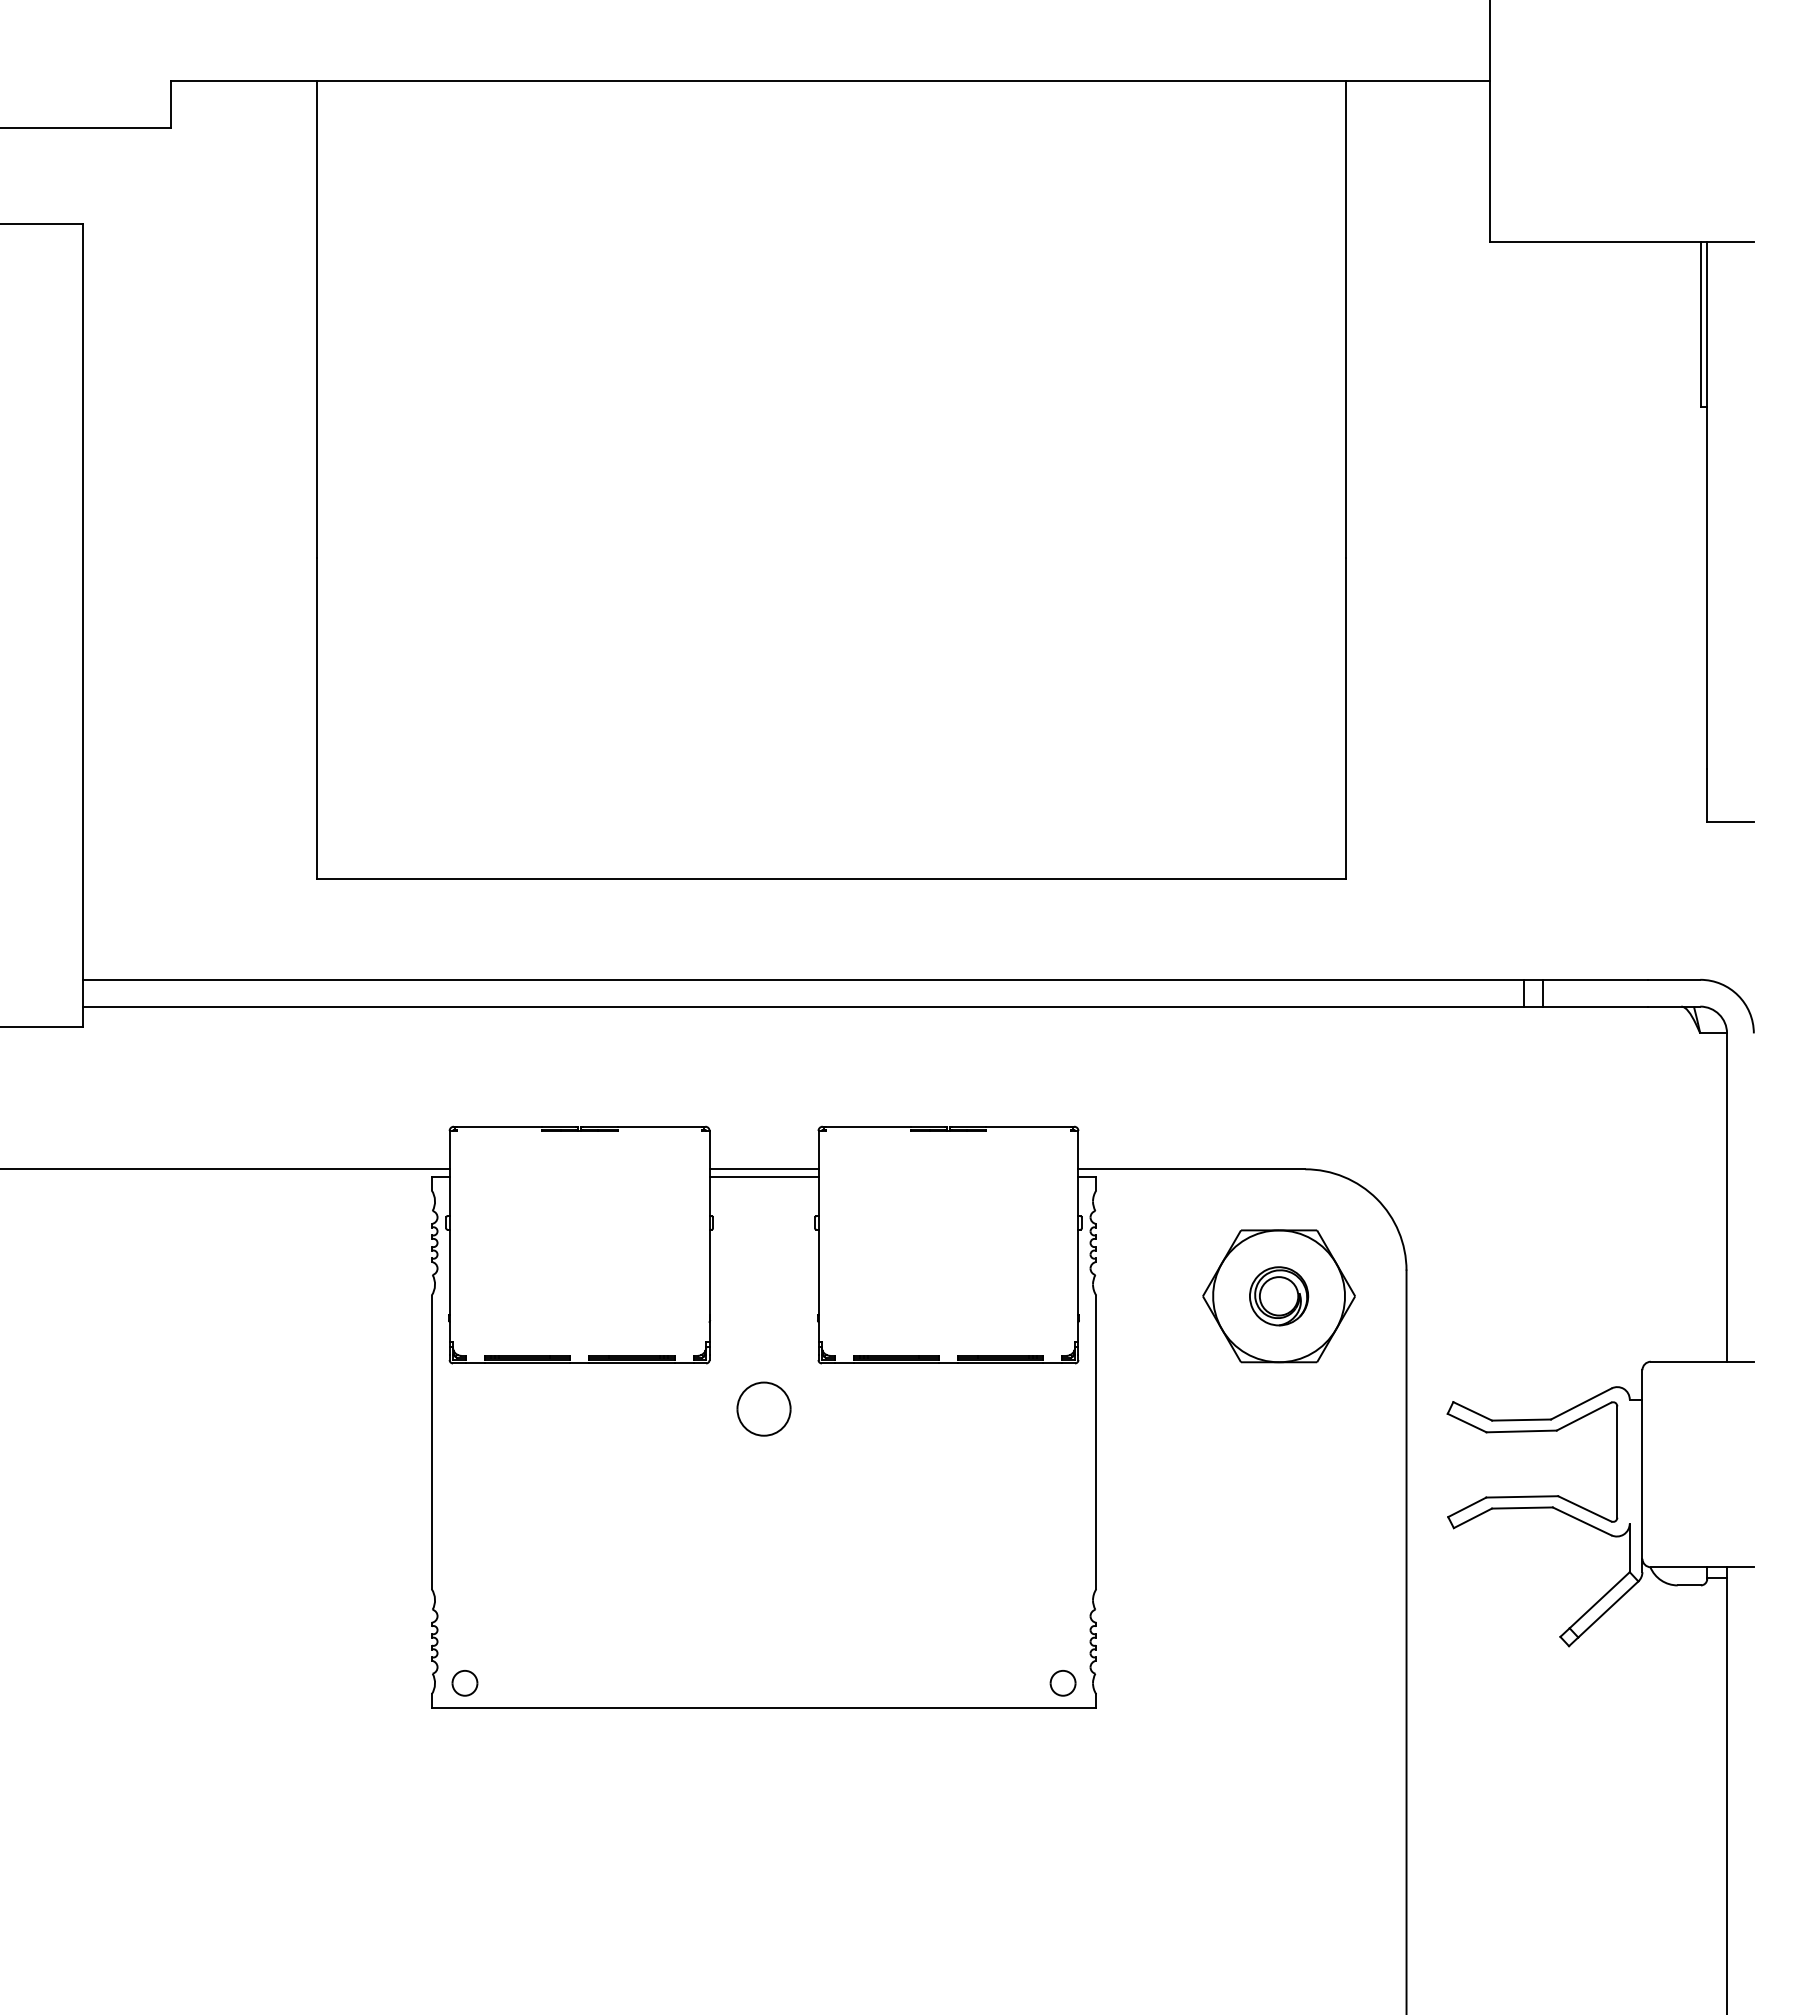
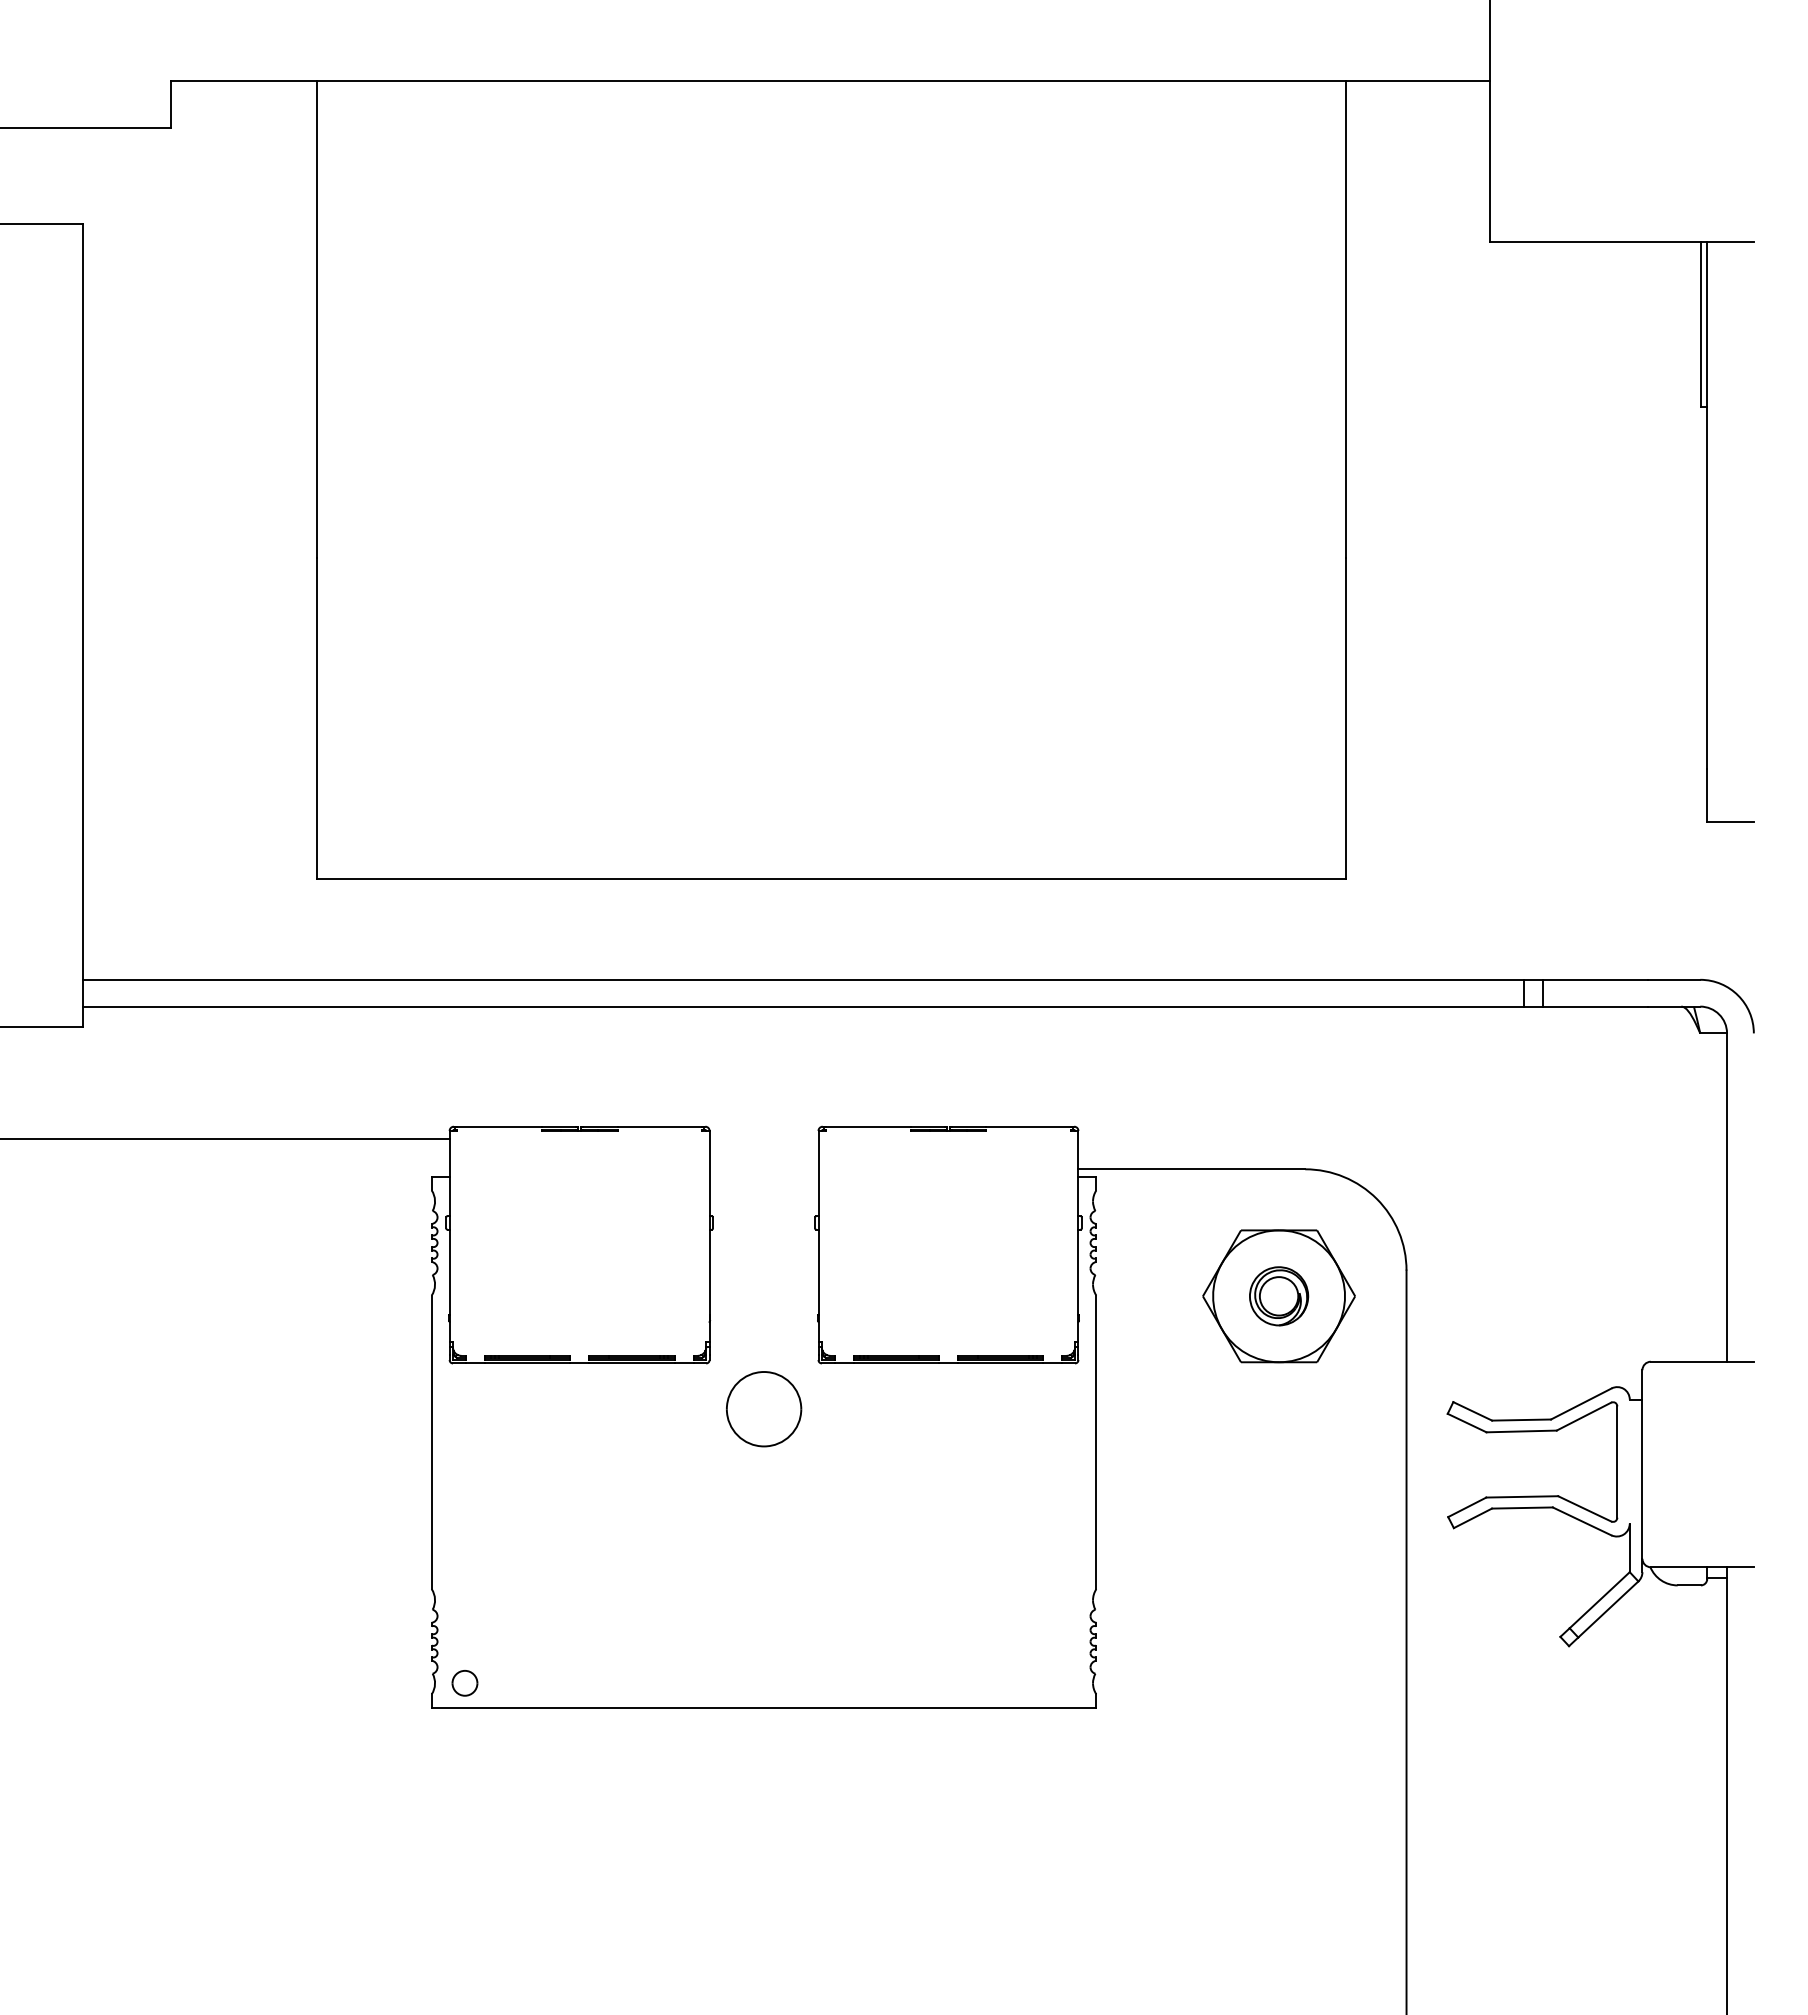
line at (225, 1169) position: (225, 1169) -> (225, 1139)
line at (763, 1169): present -> none
line at (763, 1176): present -> none
part at (763, 1408) size: 56x56 px -> 77x77 px
part at (1062, 1683): present -> none
